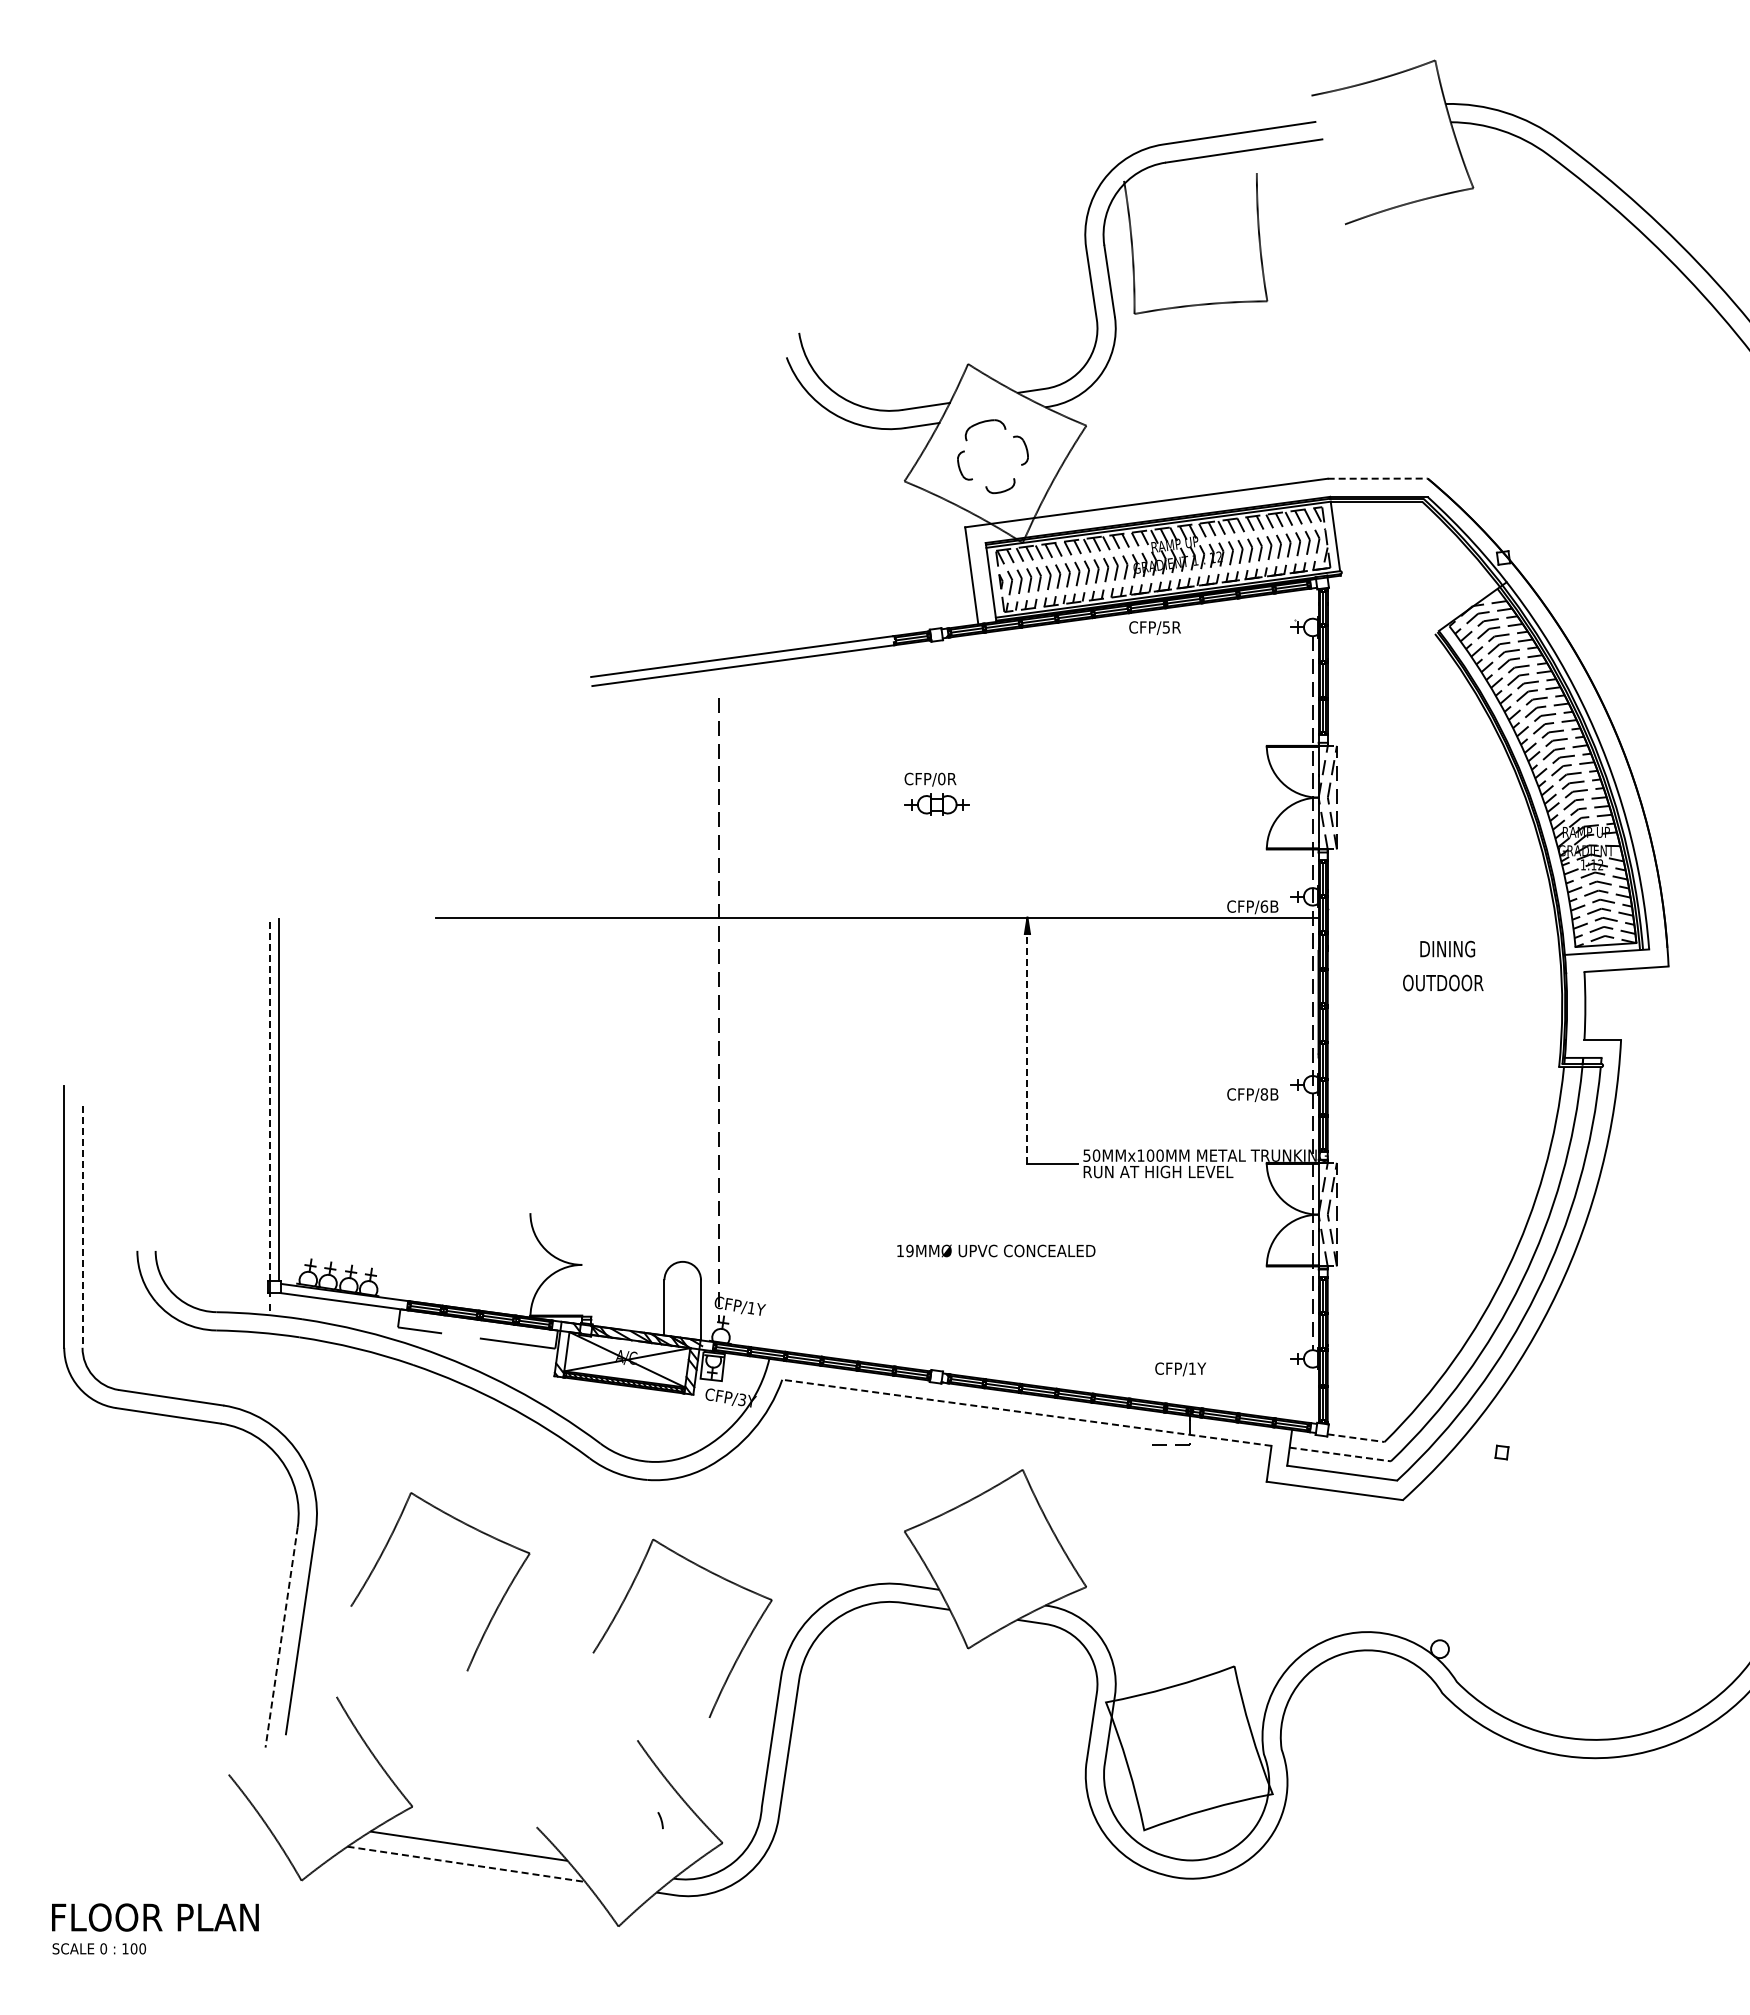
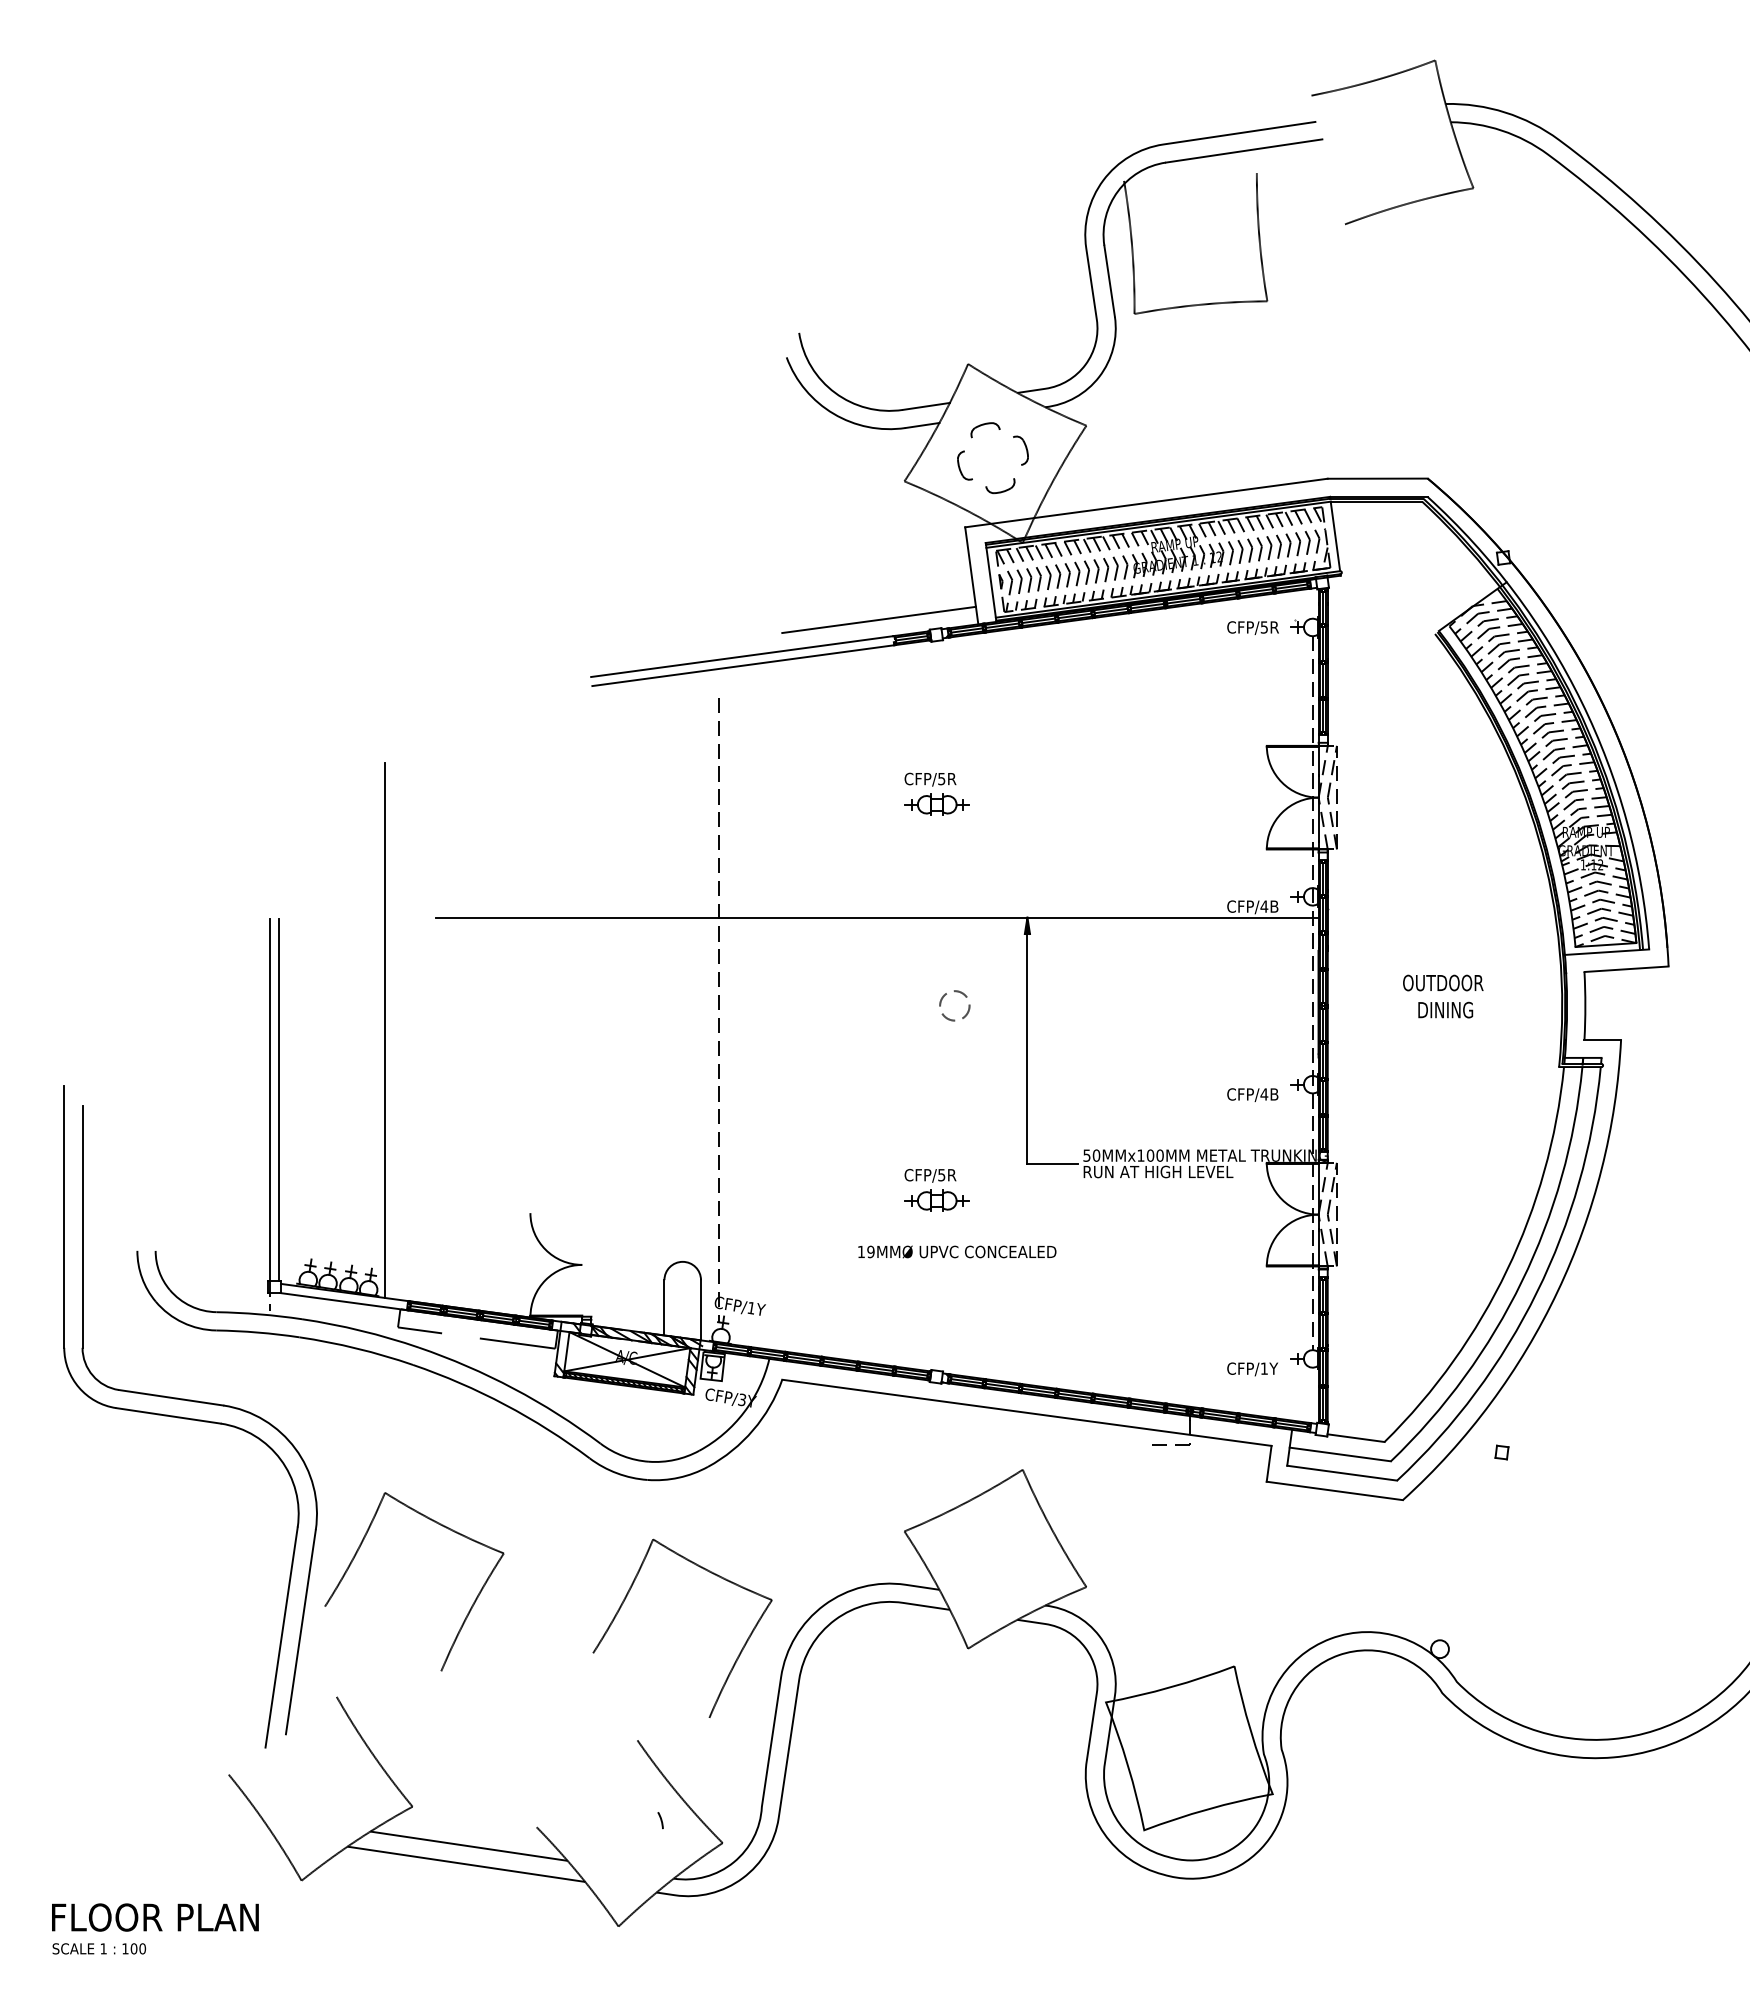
part at (985, 430) size: 43x23 px -> 31x17 px
line at (1378, 478): dashed -> solid
line at (878, 619): none -> present
text at (1154, 627) position: (1154, 627) -> (1252, 627)
text at (941, 778): CFP/0R -> CFP/5R
text at (1264, 906): CFP/6B -> CFP/4B
text at (1447, 948) position: (1447, 948) -> (1445, 1009)
circle at (954, 1005): none -> present
line at (385, 1030): none -> present
line at (1027, 1040): dashed -> solid
text at (1264, 1094): CFP/8B -> CFP/4B
line at (270, 1099): dashed -> solid
part at (936, 1190): none -> present
line at (82, 1227): dashed -> solid
text at (996, 1250) position: (996, 1250) -> (957, 1251)
text at (1180, 1369) position: (1180, 1369) -> (1252, 1369)
line at (1026, 1412): dashed -> solid
line at (1356, 1438): dashed -> solid
line at (1340, 1454): dashed -> solid
part at (468, 1526) position: (468, 1526) -> (442, 1526)
line at (281, 1638): dashed -> solid
line at (466, 1864): dashed -> solid
text at (103, 1948): 0 -> 1
